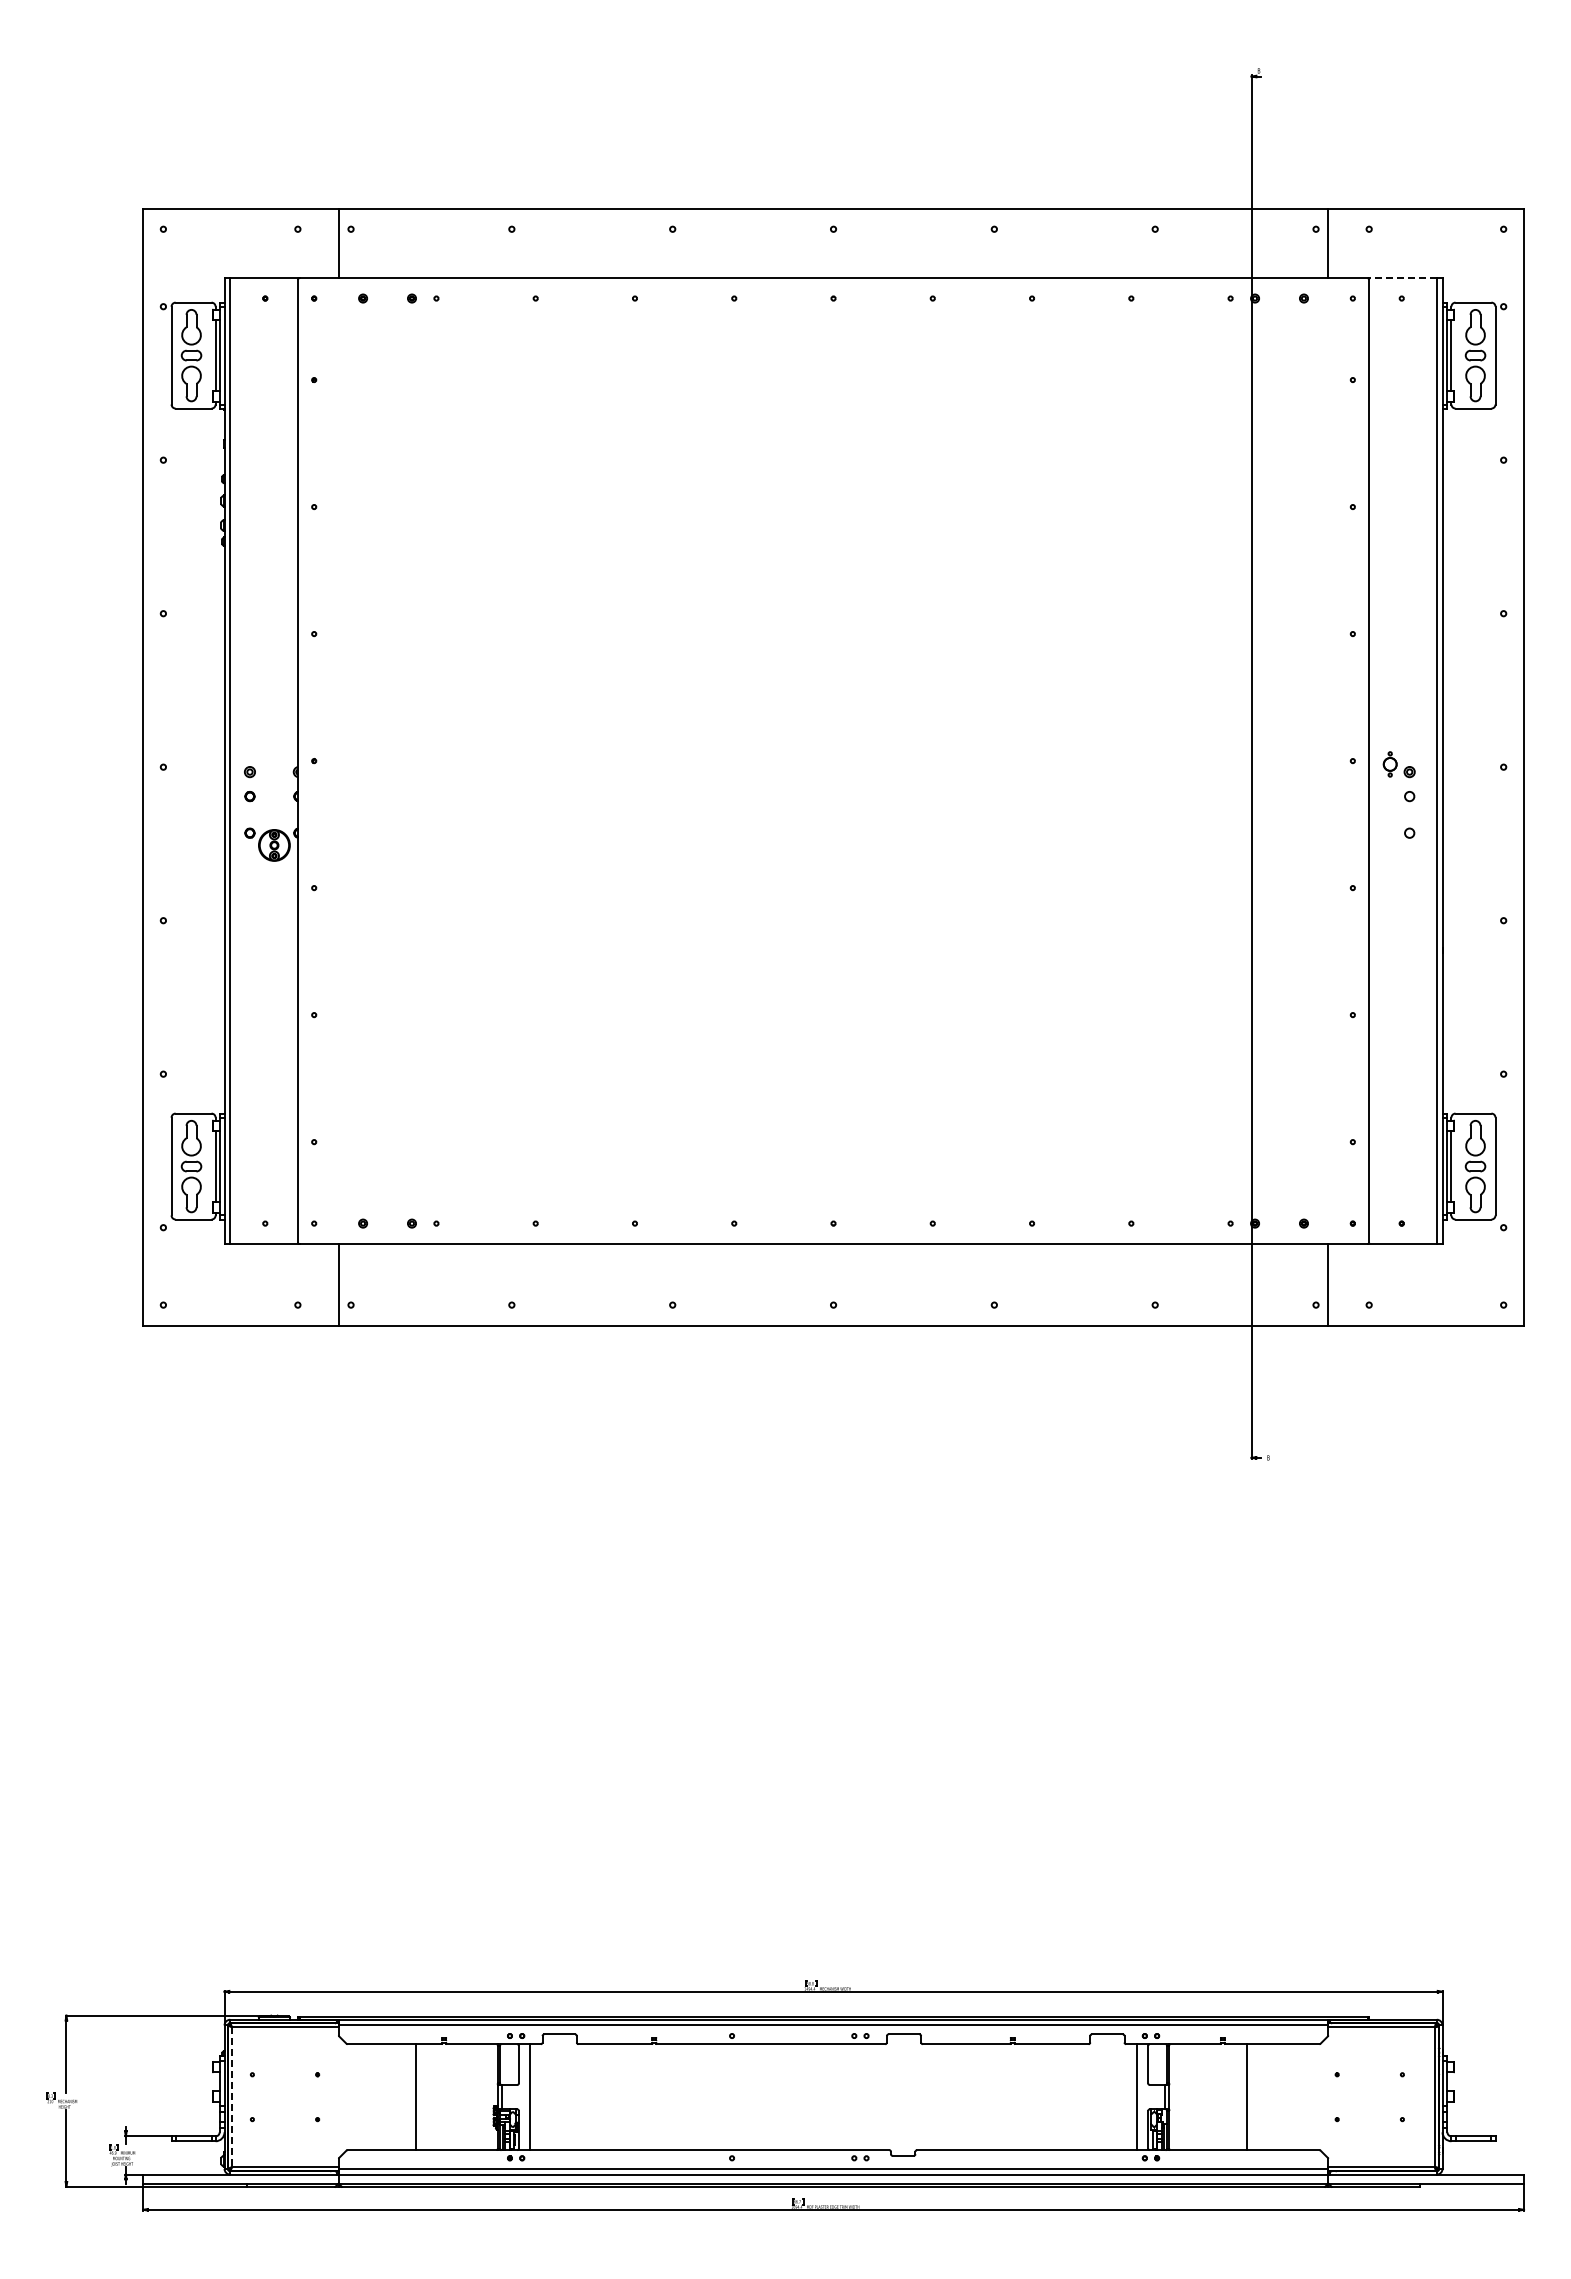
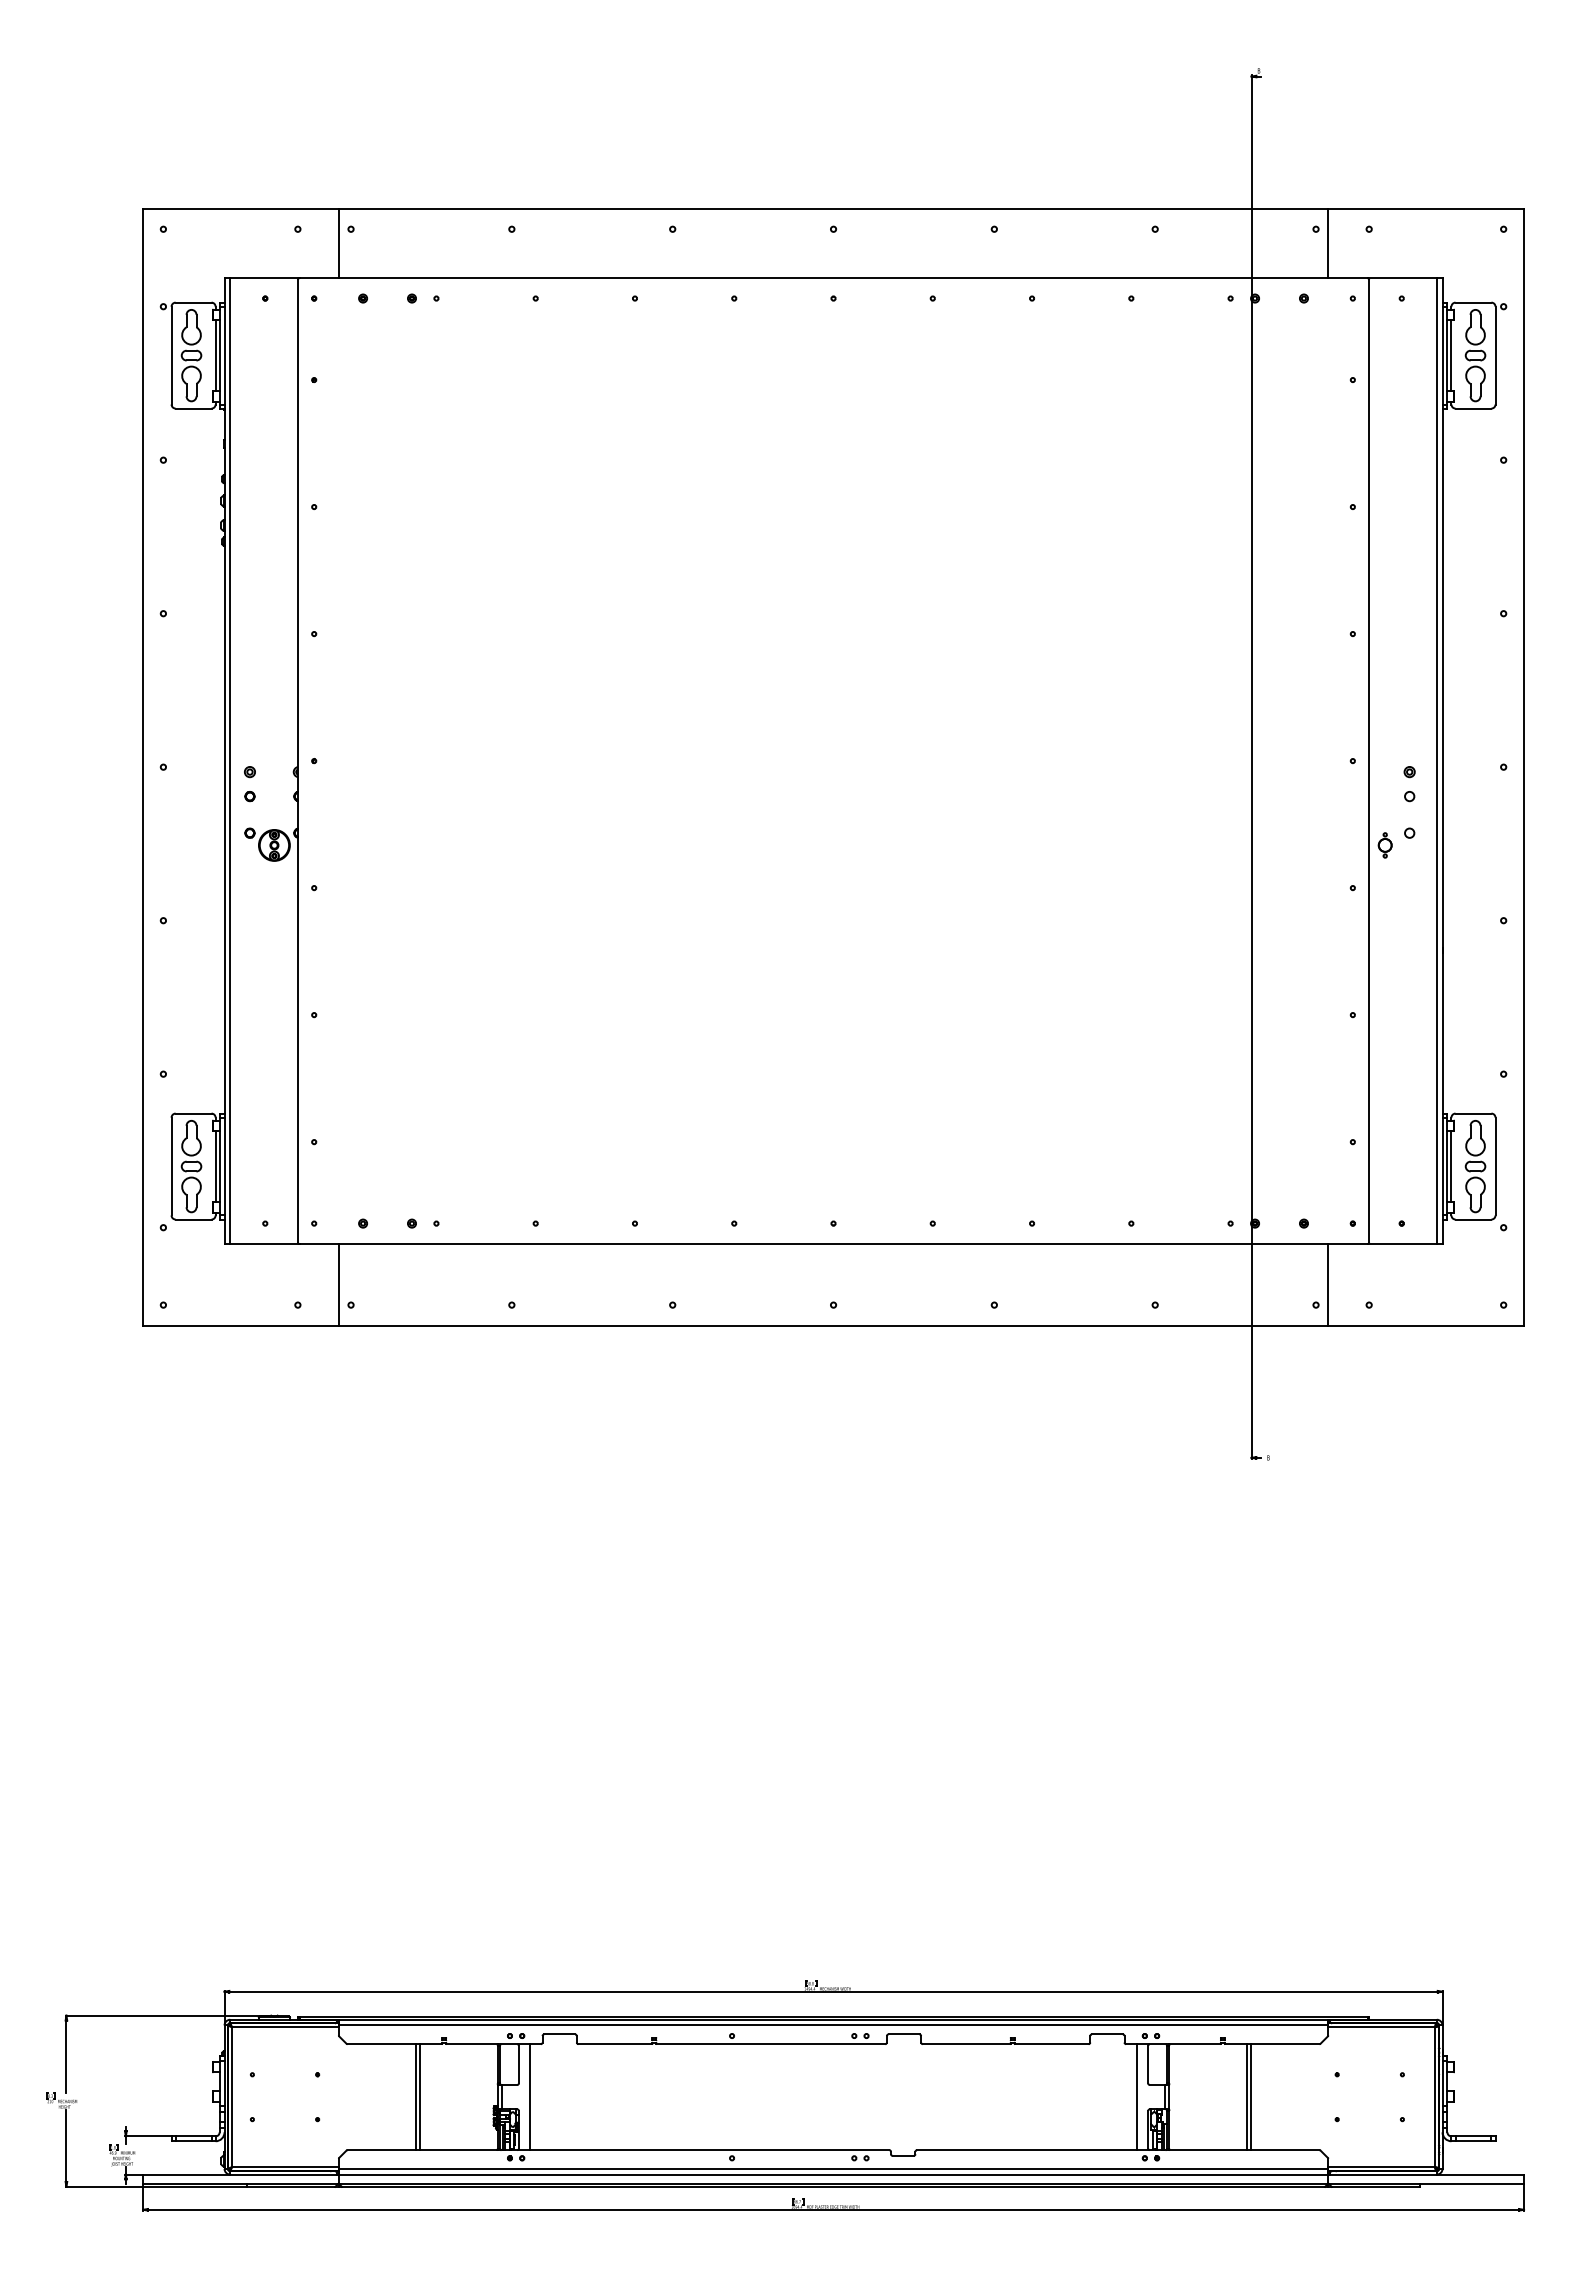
line at (1402, 278): dashed -> solid
part at (1389, 764) position: (1389, 764) -> (1384, 845)
line at (232, 2097): dashed -> solid
line at (420, 2097): none -> present
line at (1251, 2097): none -> present
